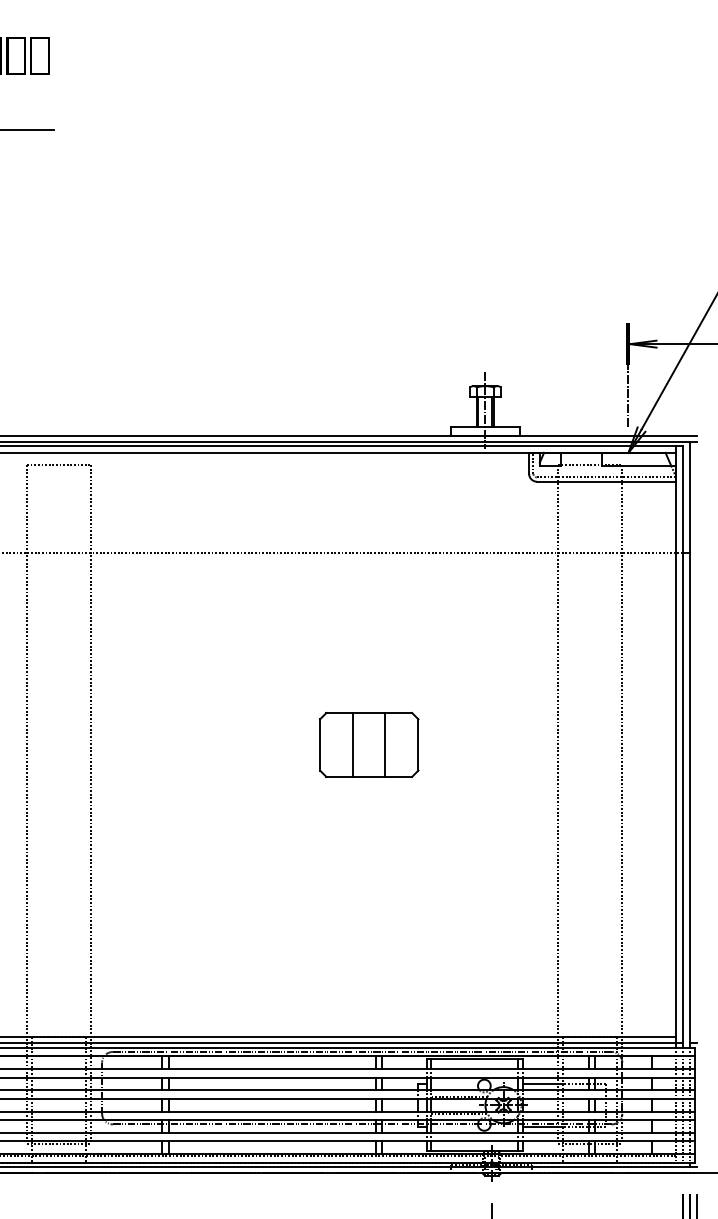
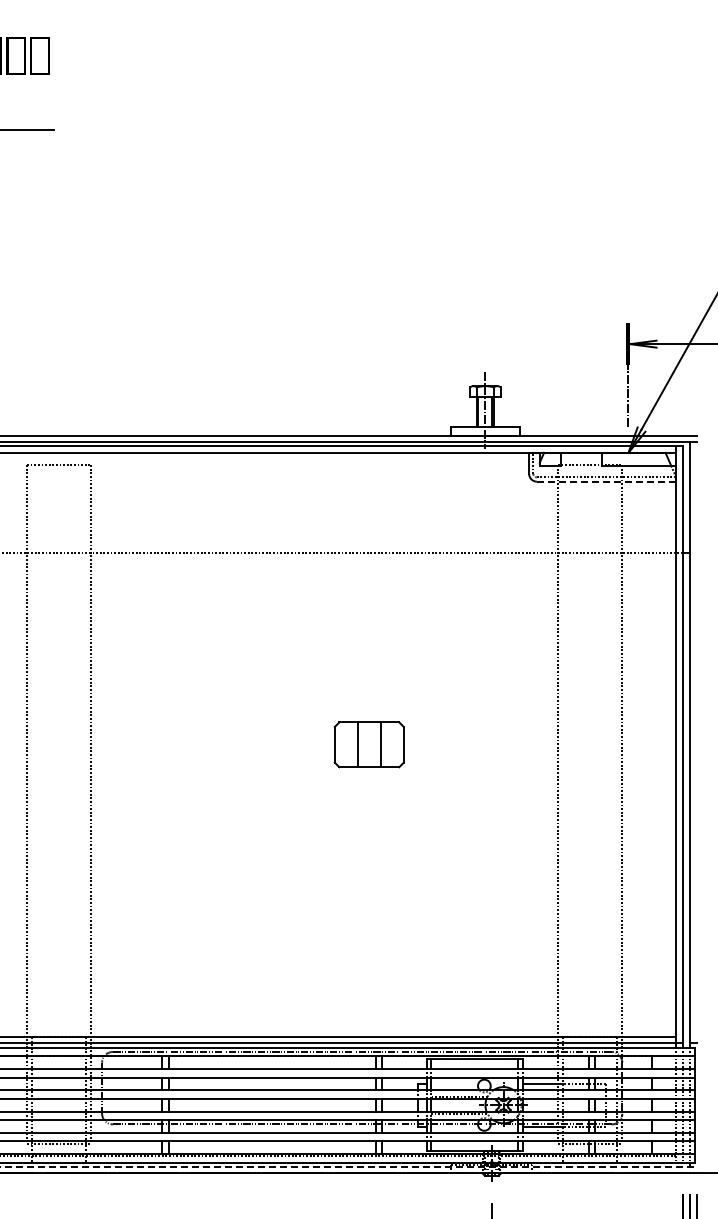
line at (606, 481): solid -> dashed
part at (369, 744) size: 101x67 px -> 72x48 px
line at (348, 1167): solid -> dashed
